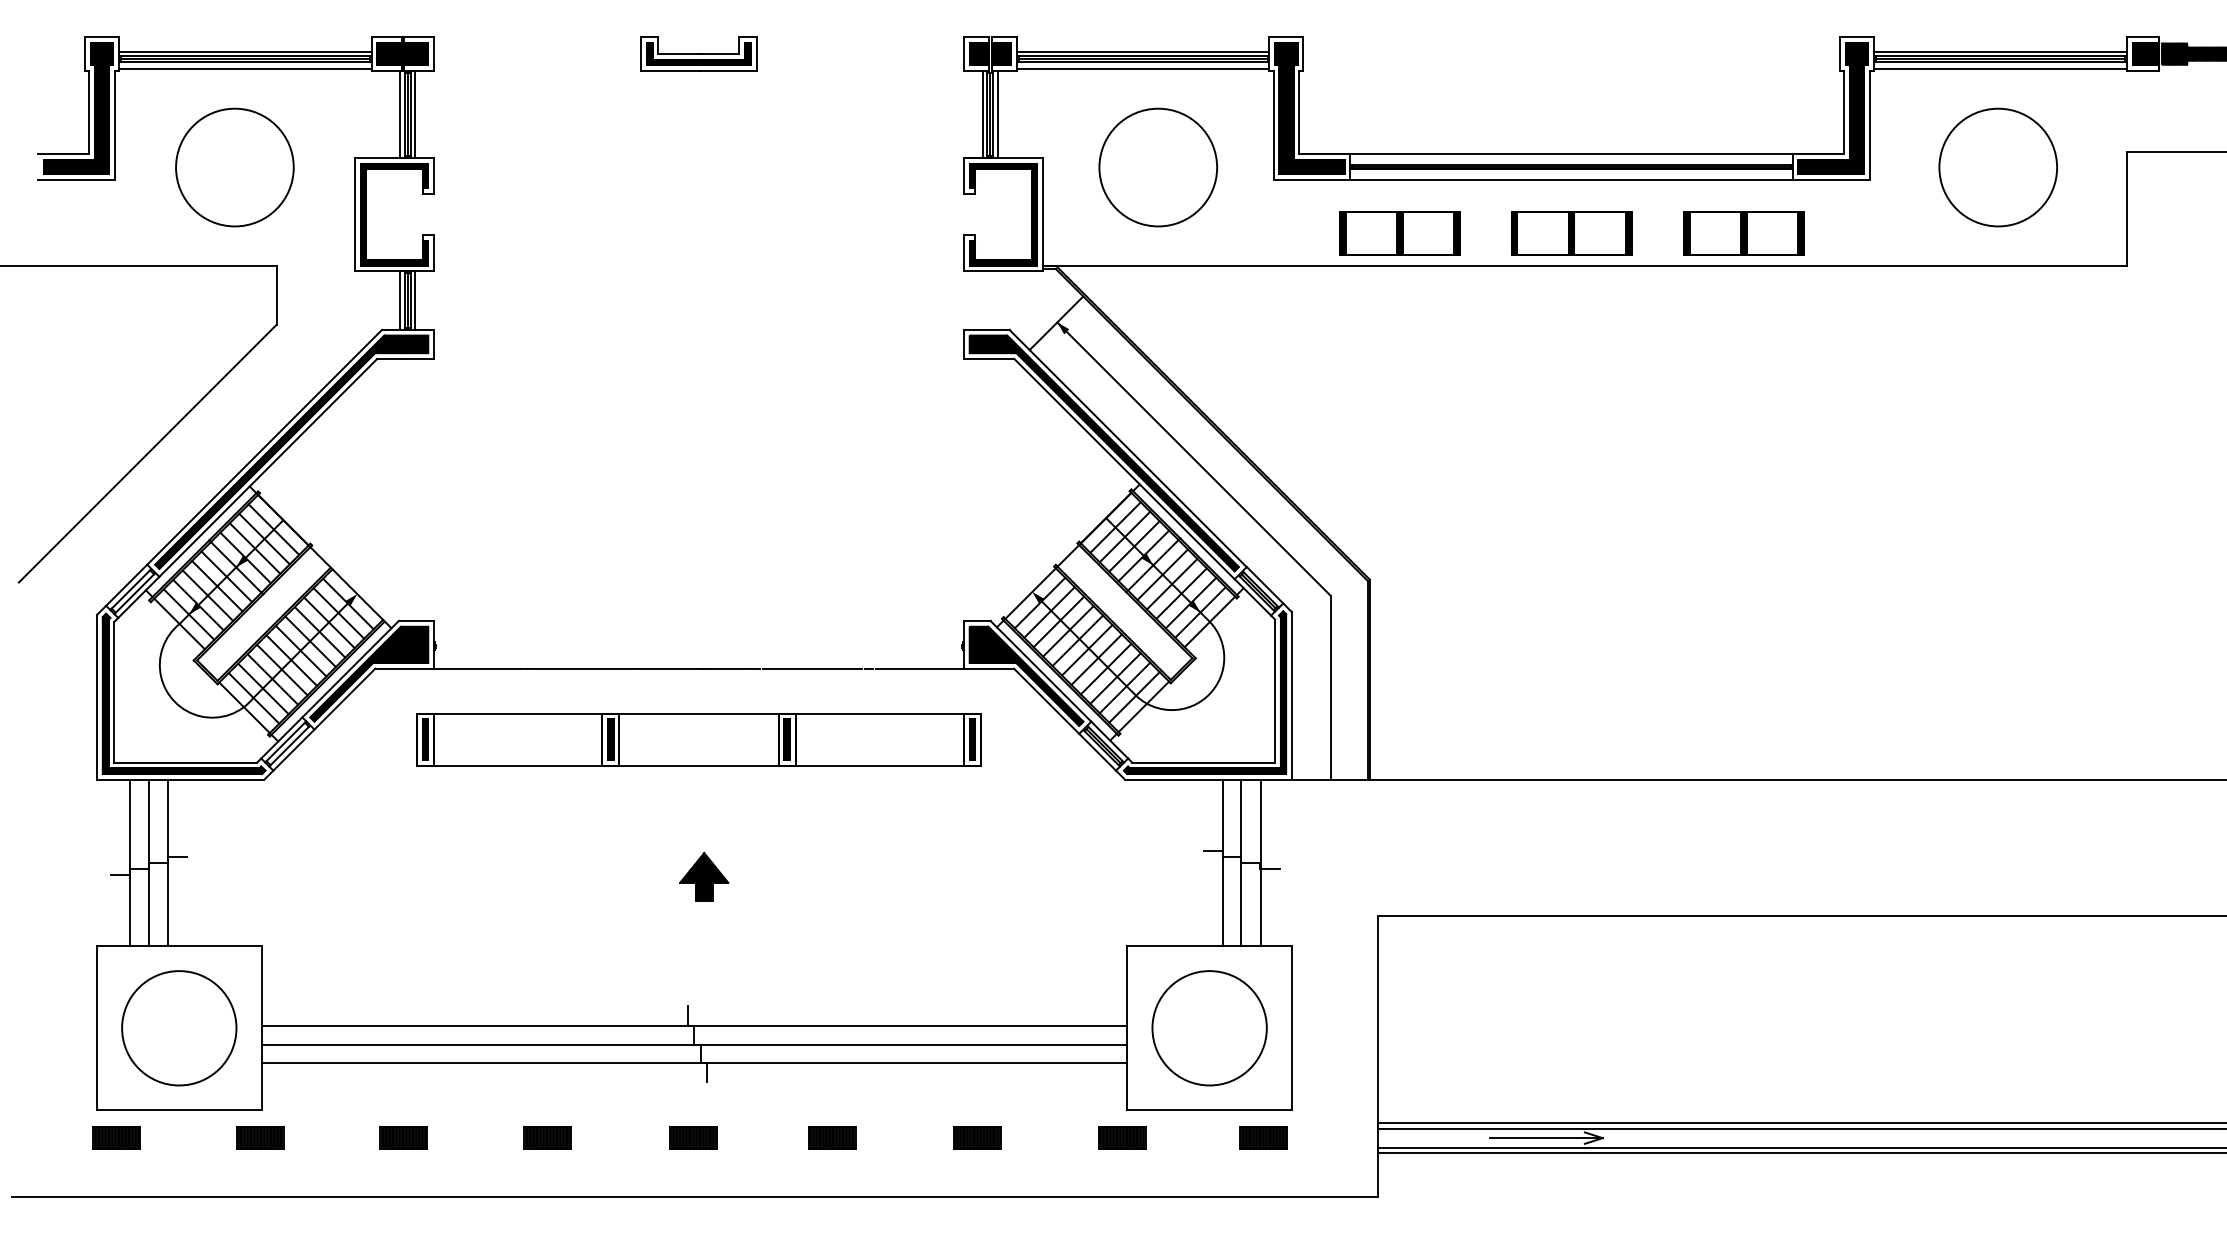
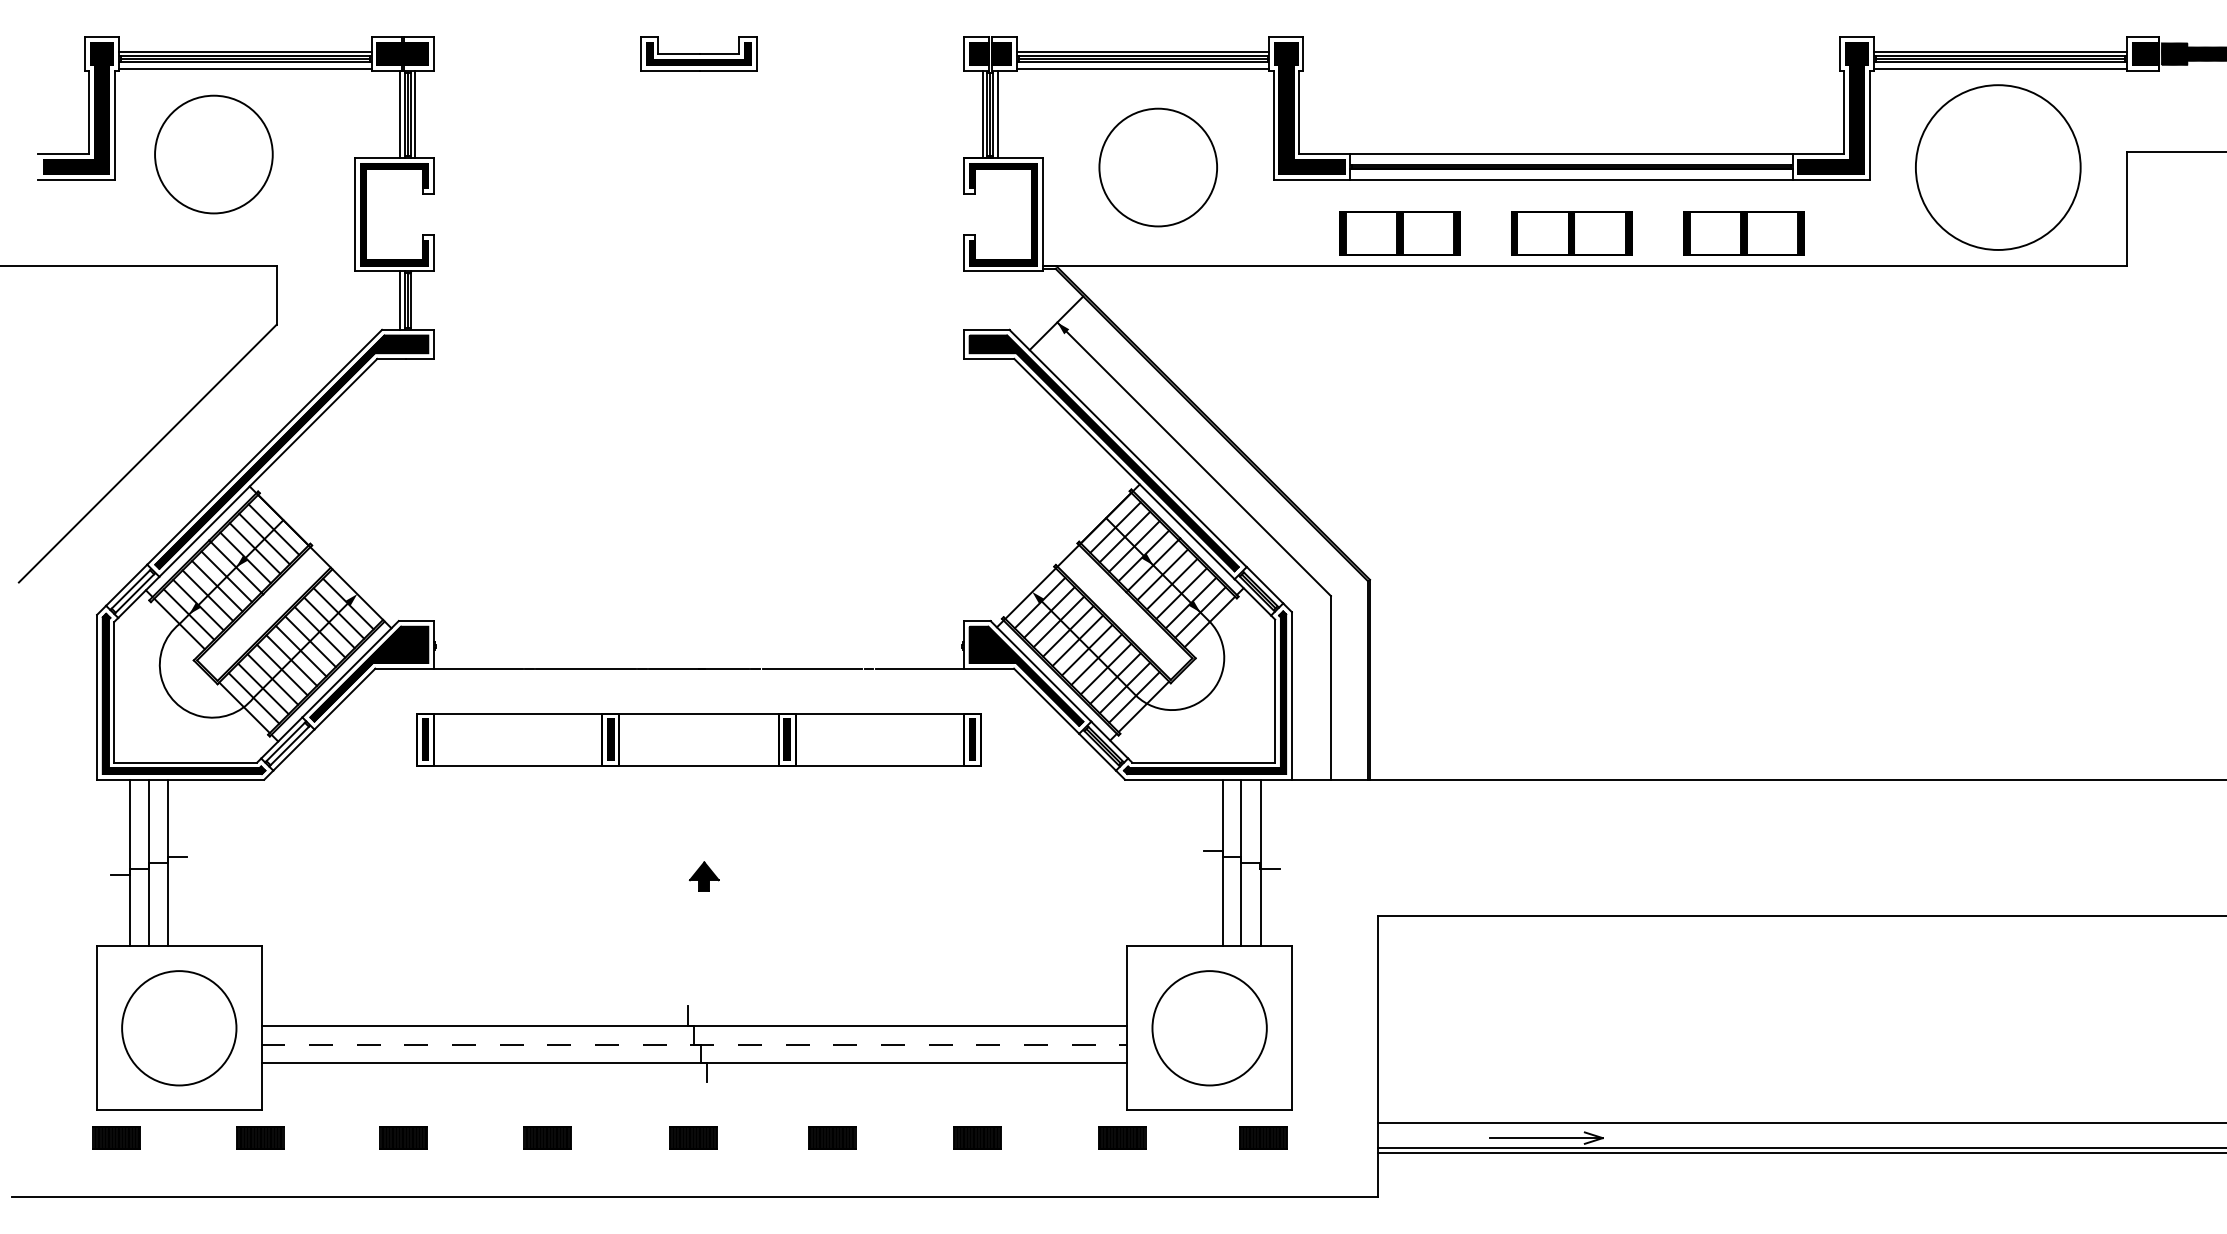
circle at (234, 167) position: (234, 167) -> (213, 154)
circle at (1998, 167) diameter: 118 px -> 165 px
line at (414, 300): present -> none
part at (704, 876) size: 51x51 px -> 31x31 px
line at (694, 1044): solid -> dashed
line at (1800, 1128): present -> none
